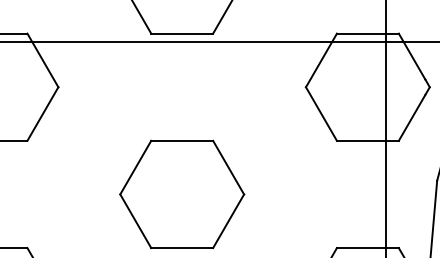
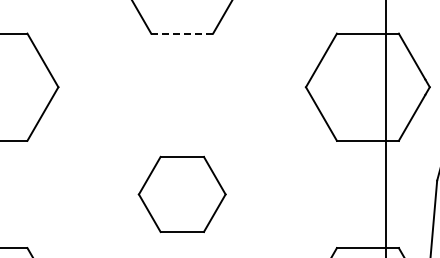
line at (182, 33): solid -> dashed
line at (219, 42): present -> none
part at (182, 194) size: 127x111 px -> 90x78 px
